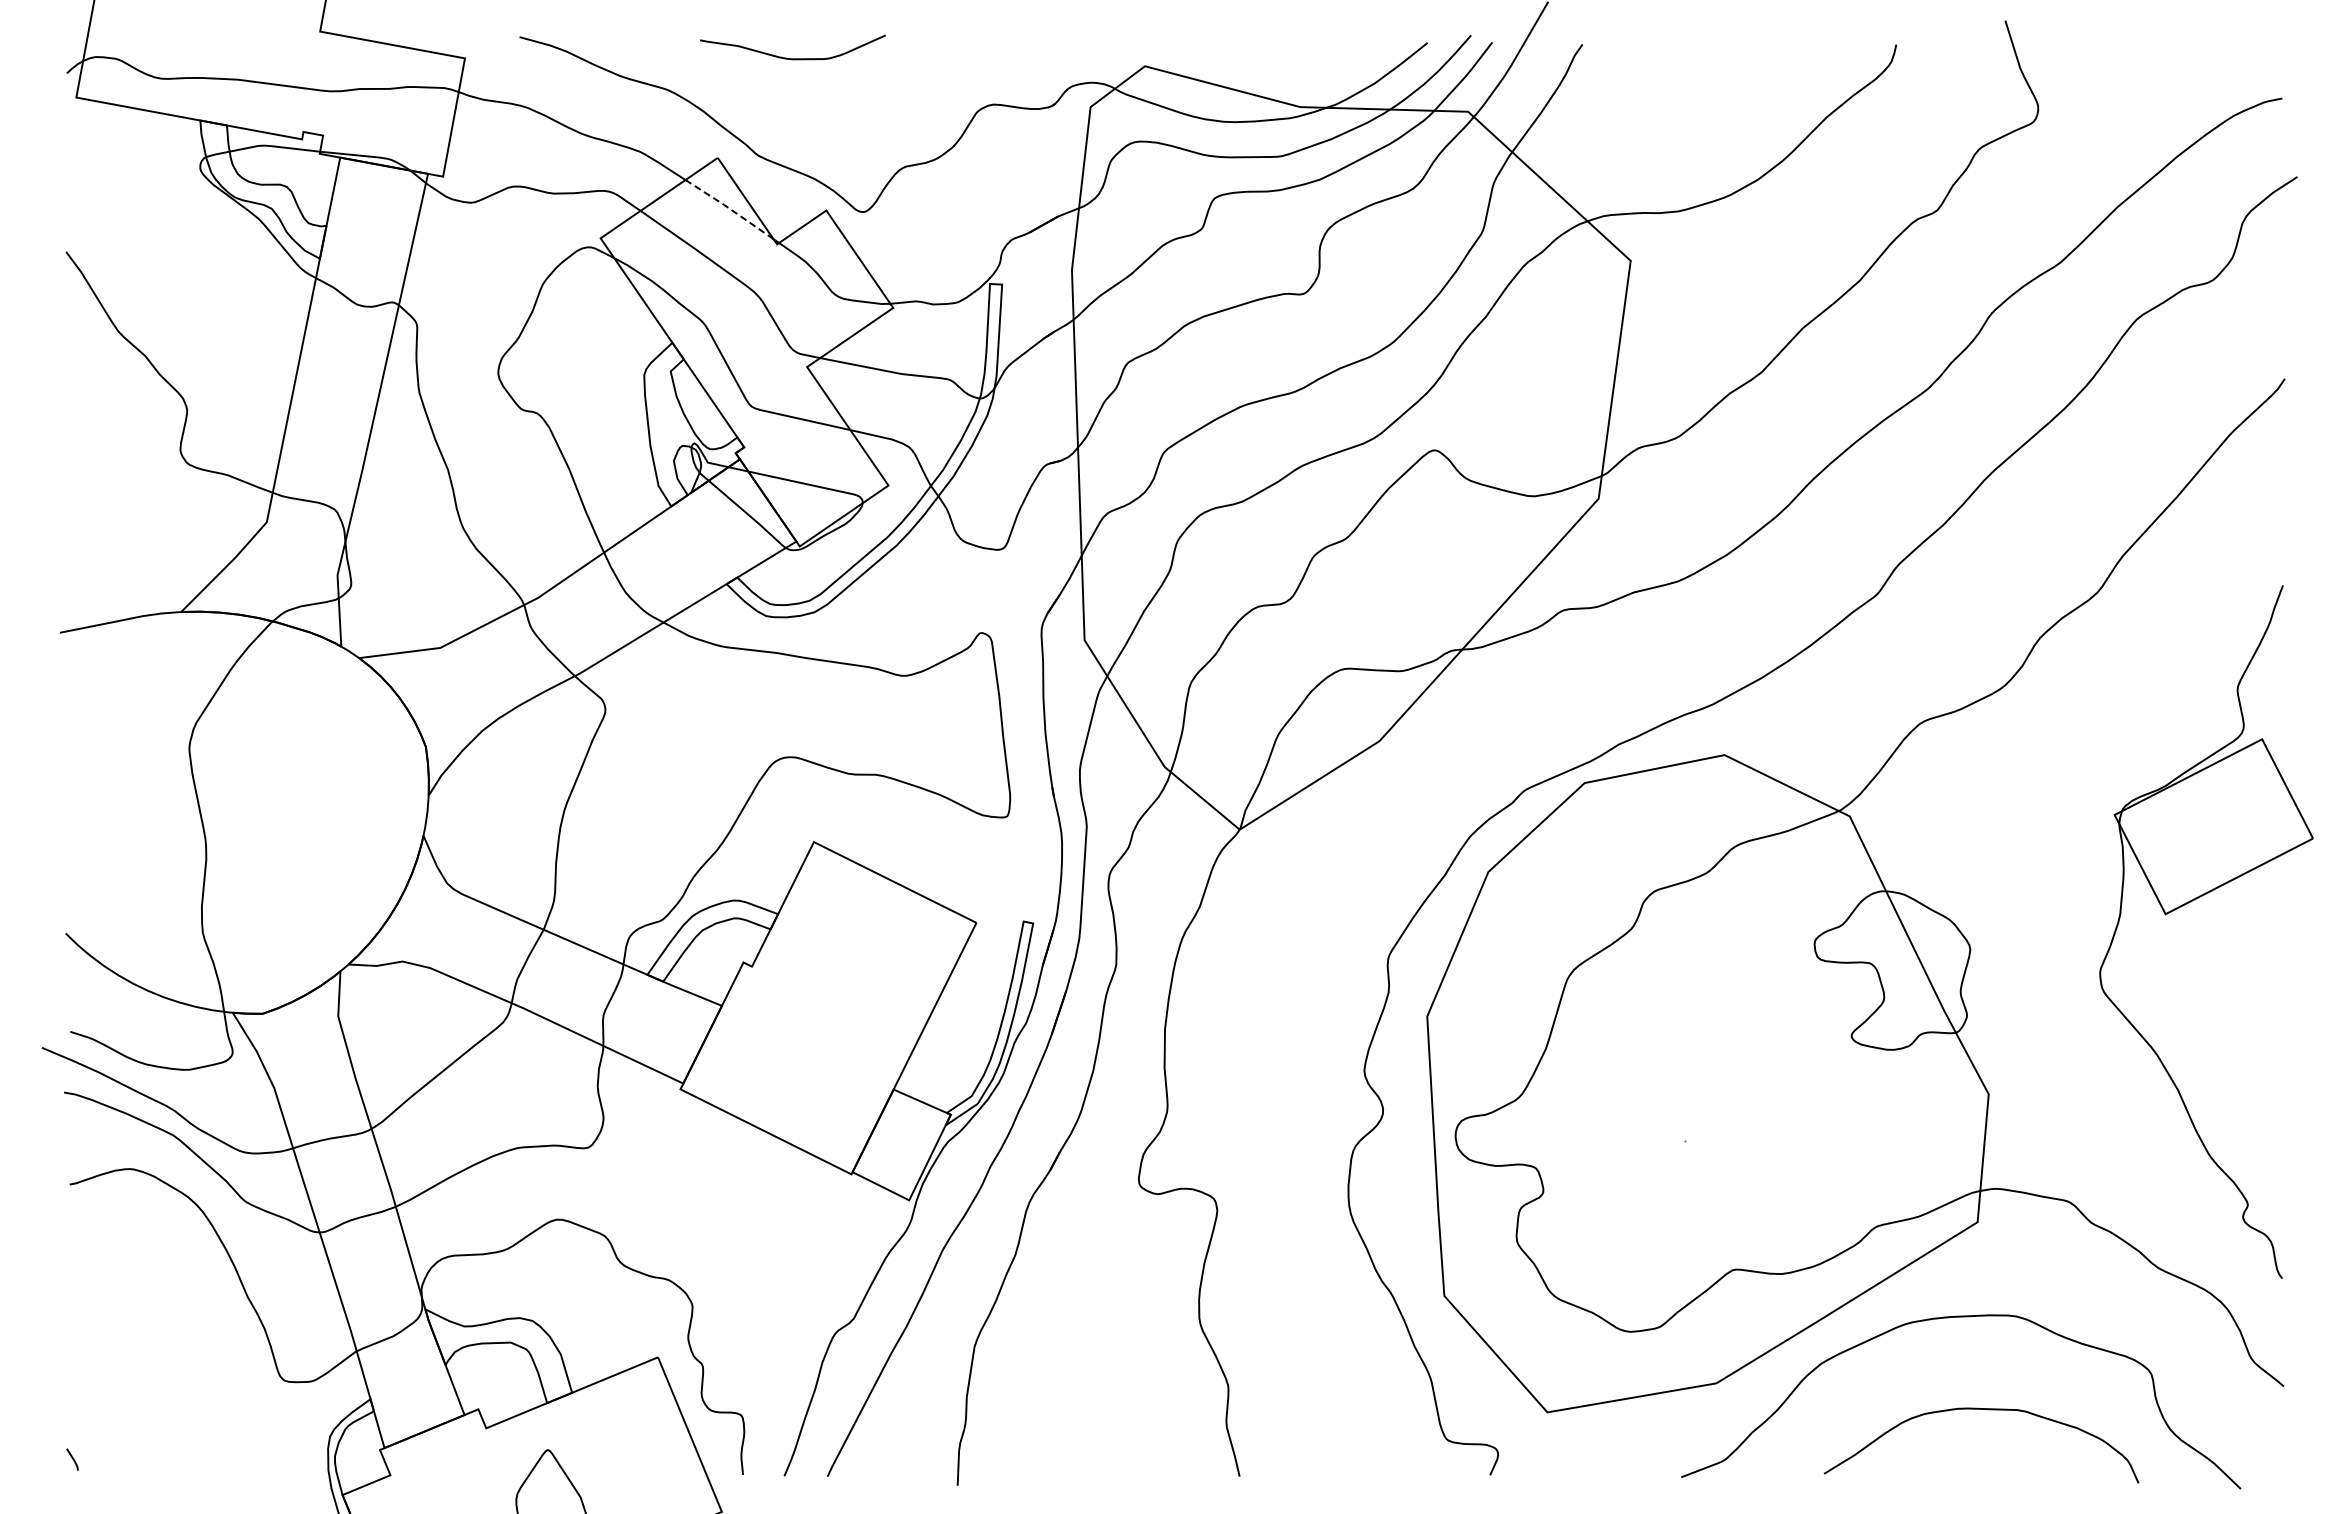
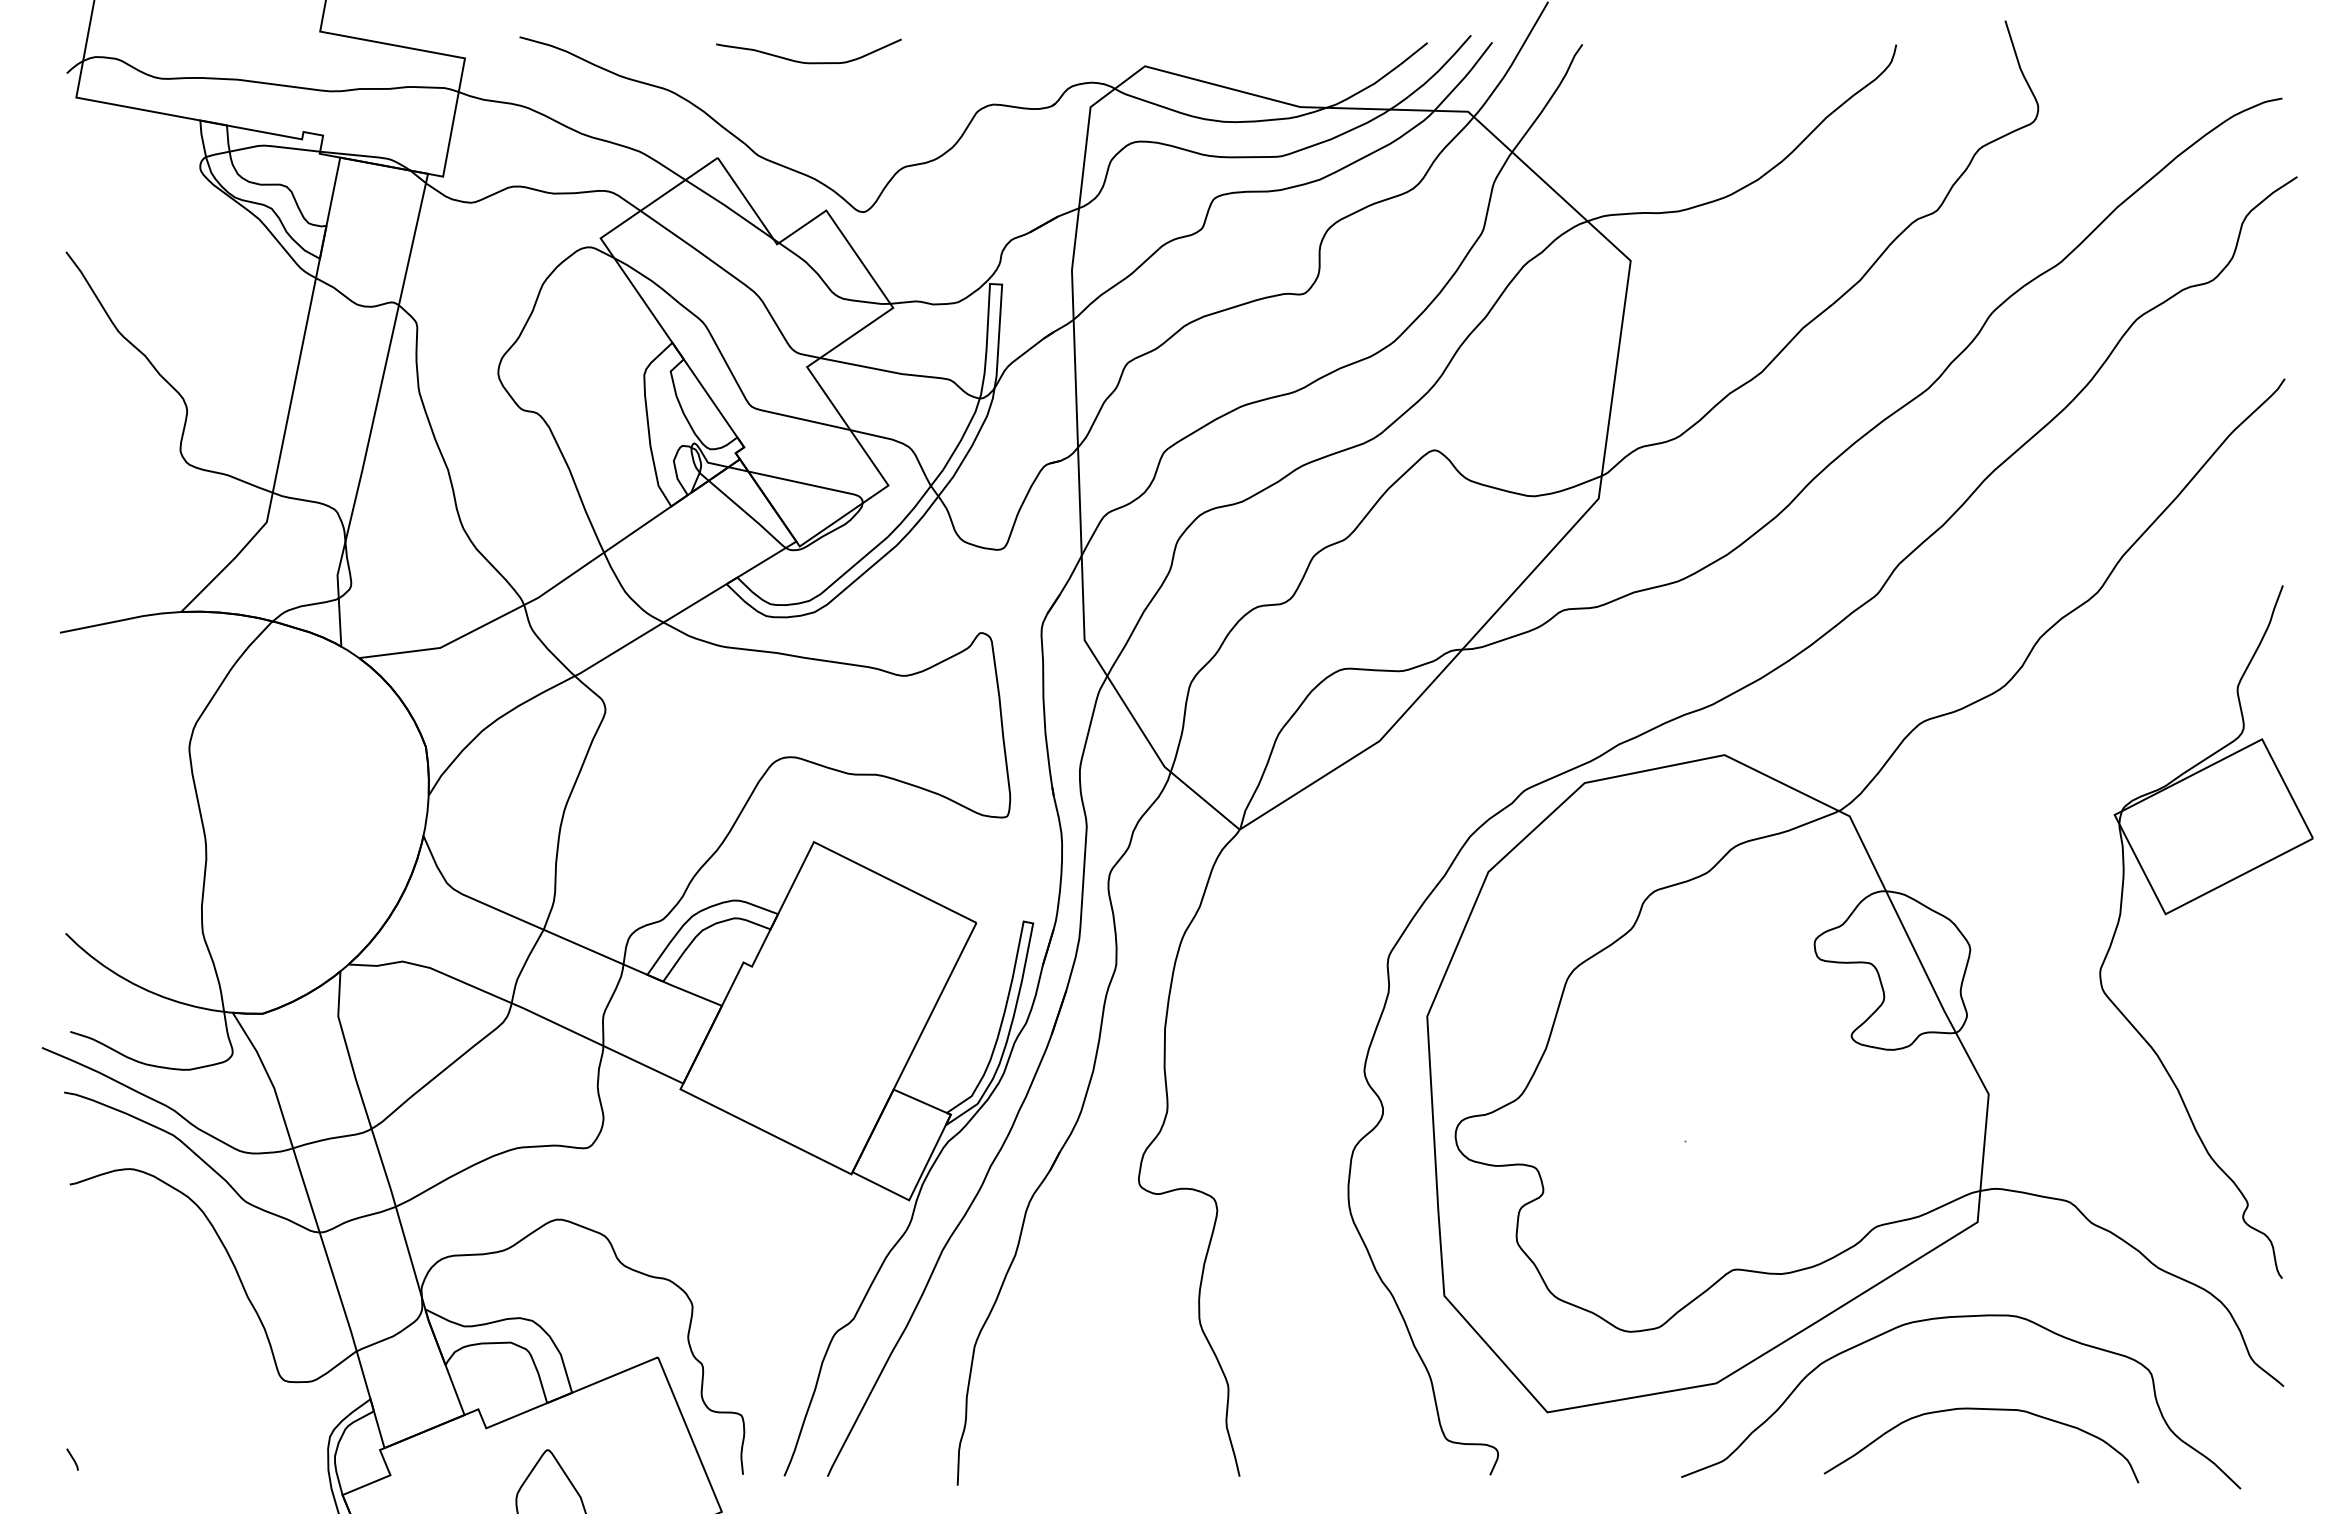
curve at (792, 58) position: (792, 58) -> (808, 62)
line at (729, 208): dashed -> solid
